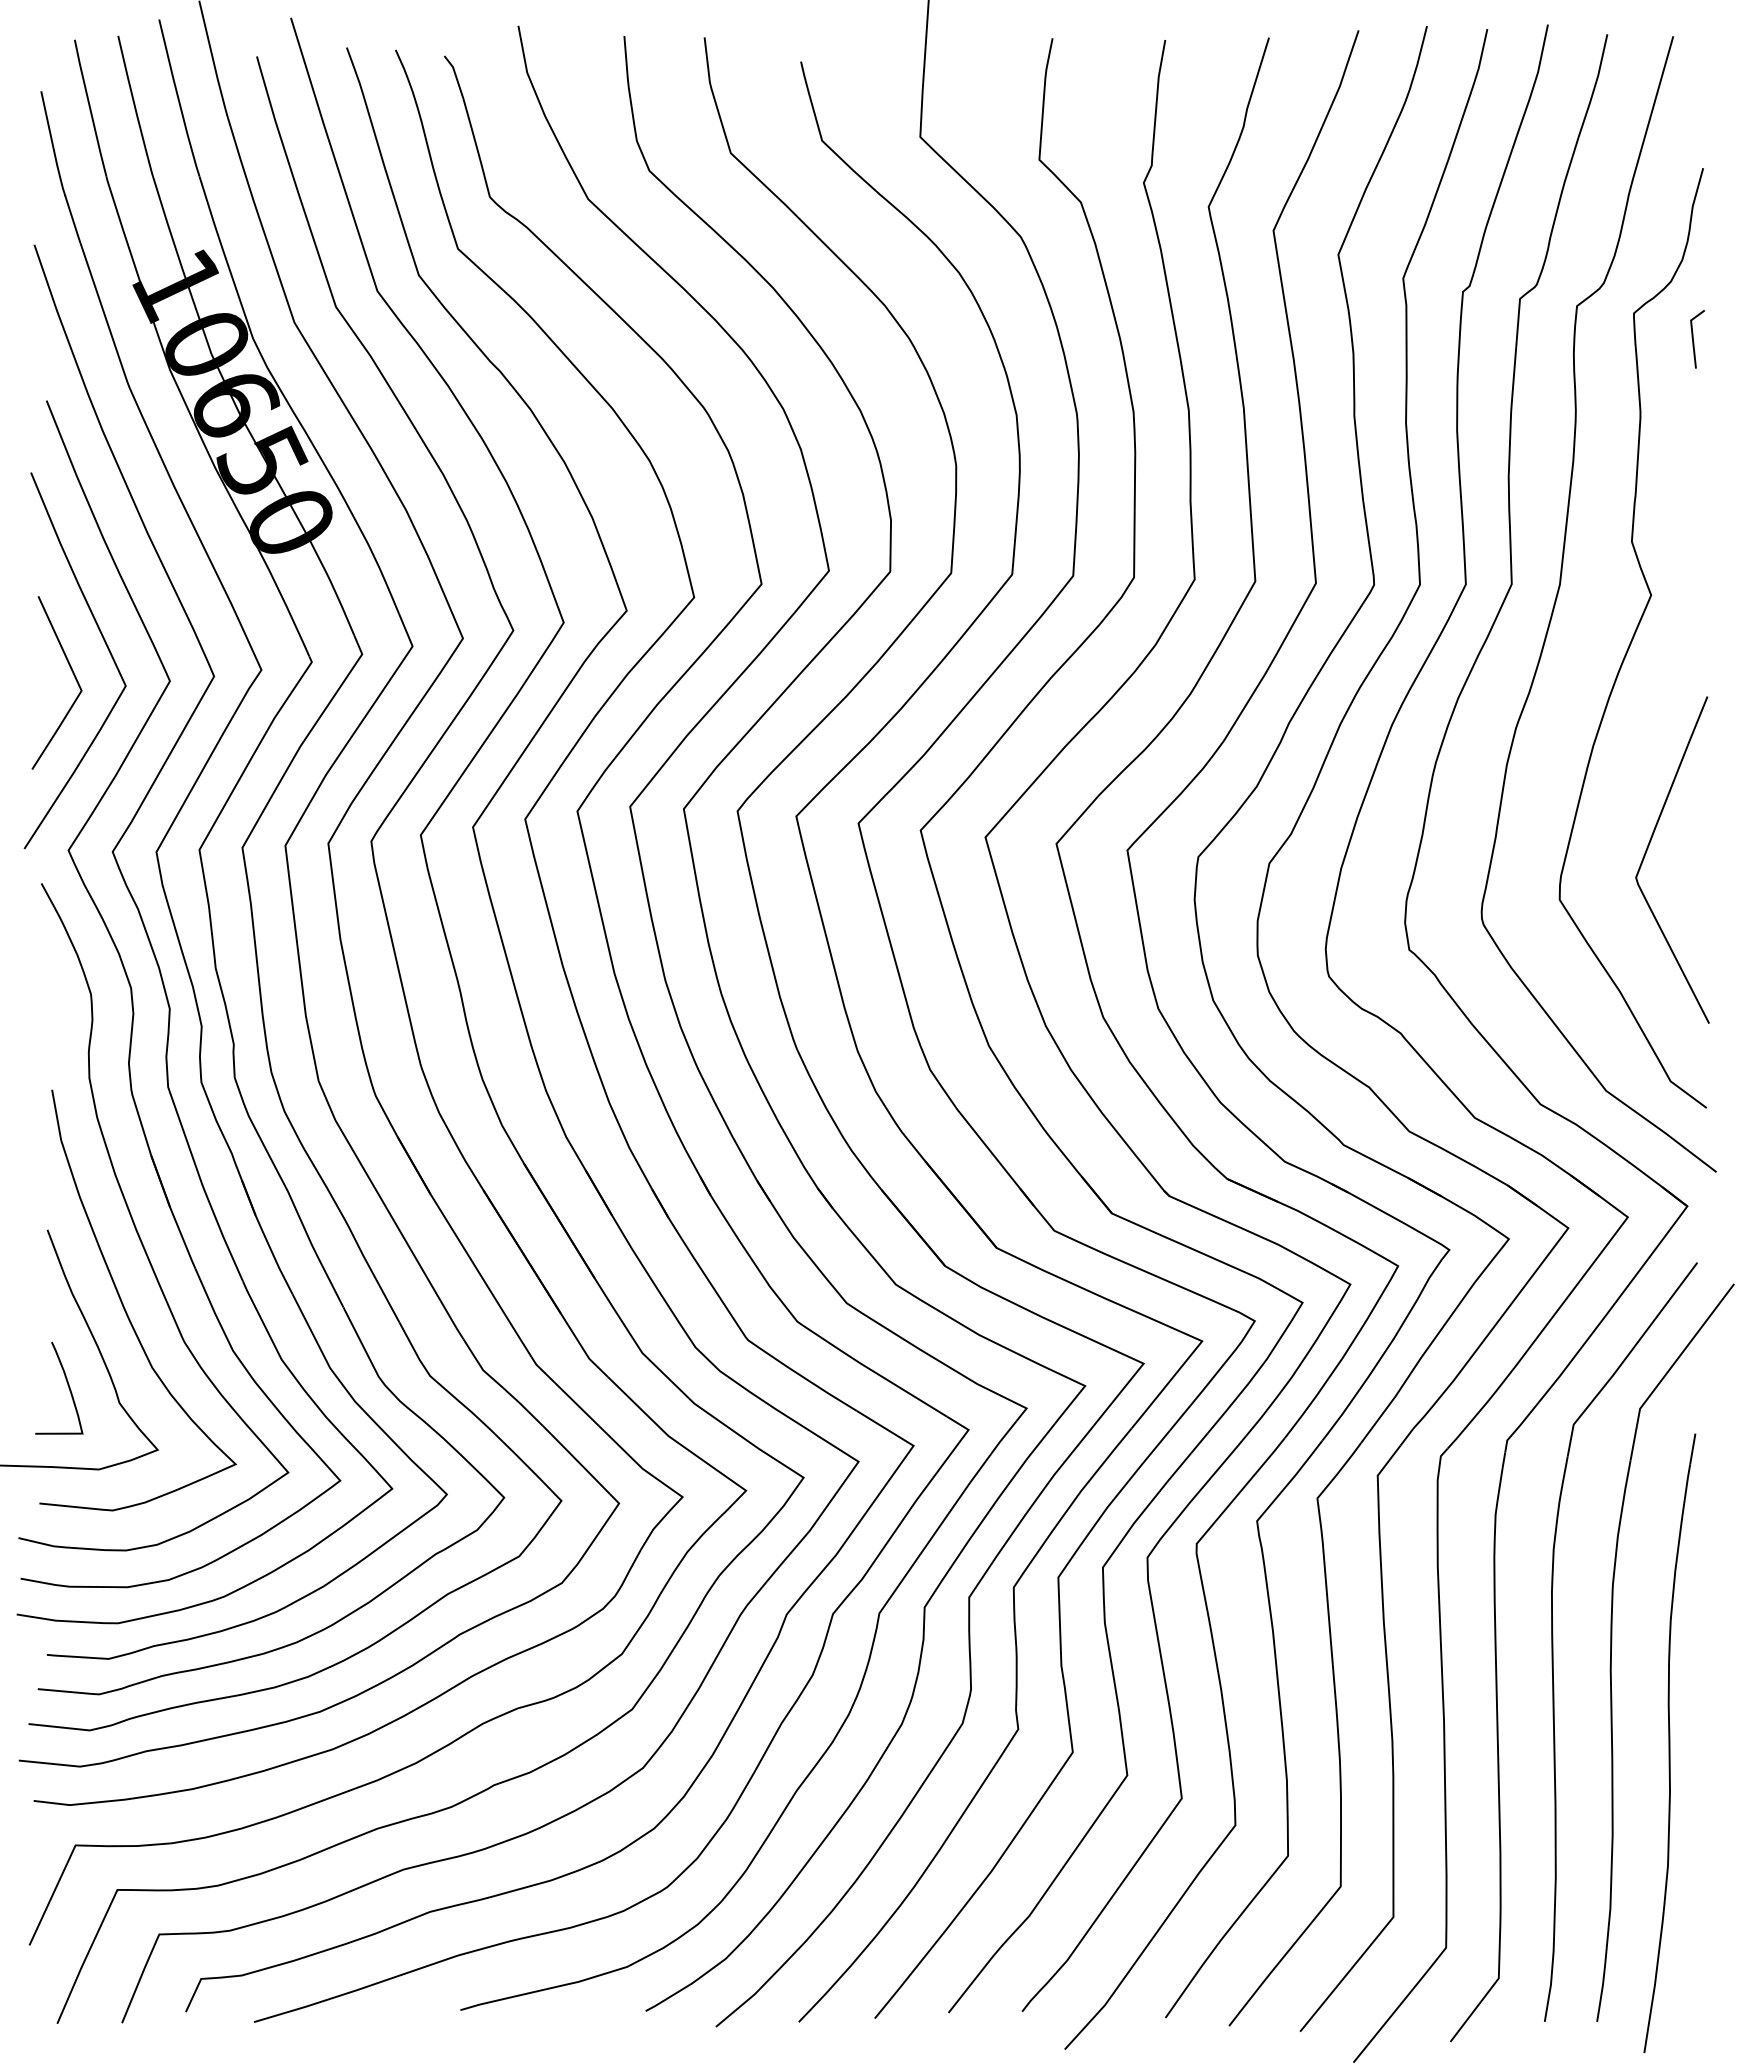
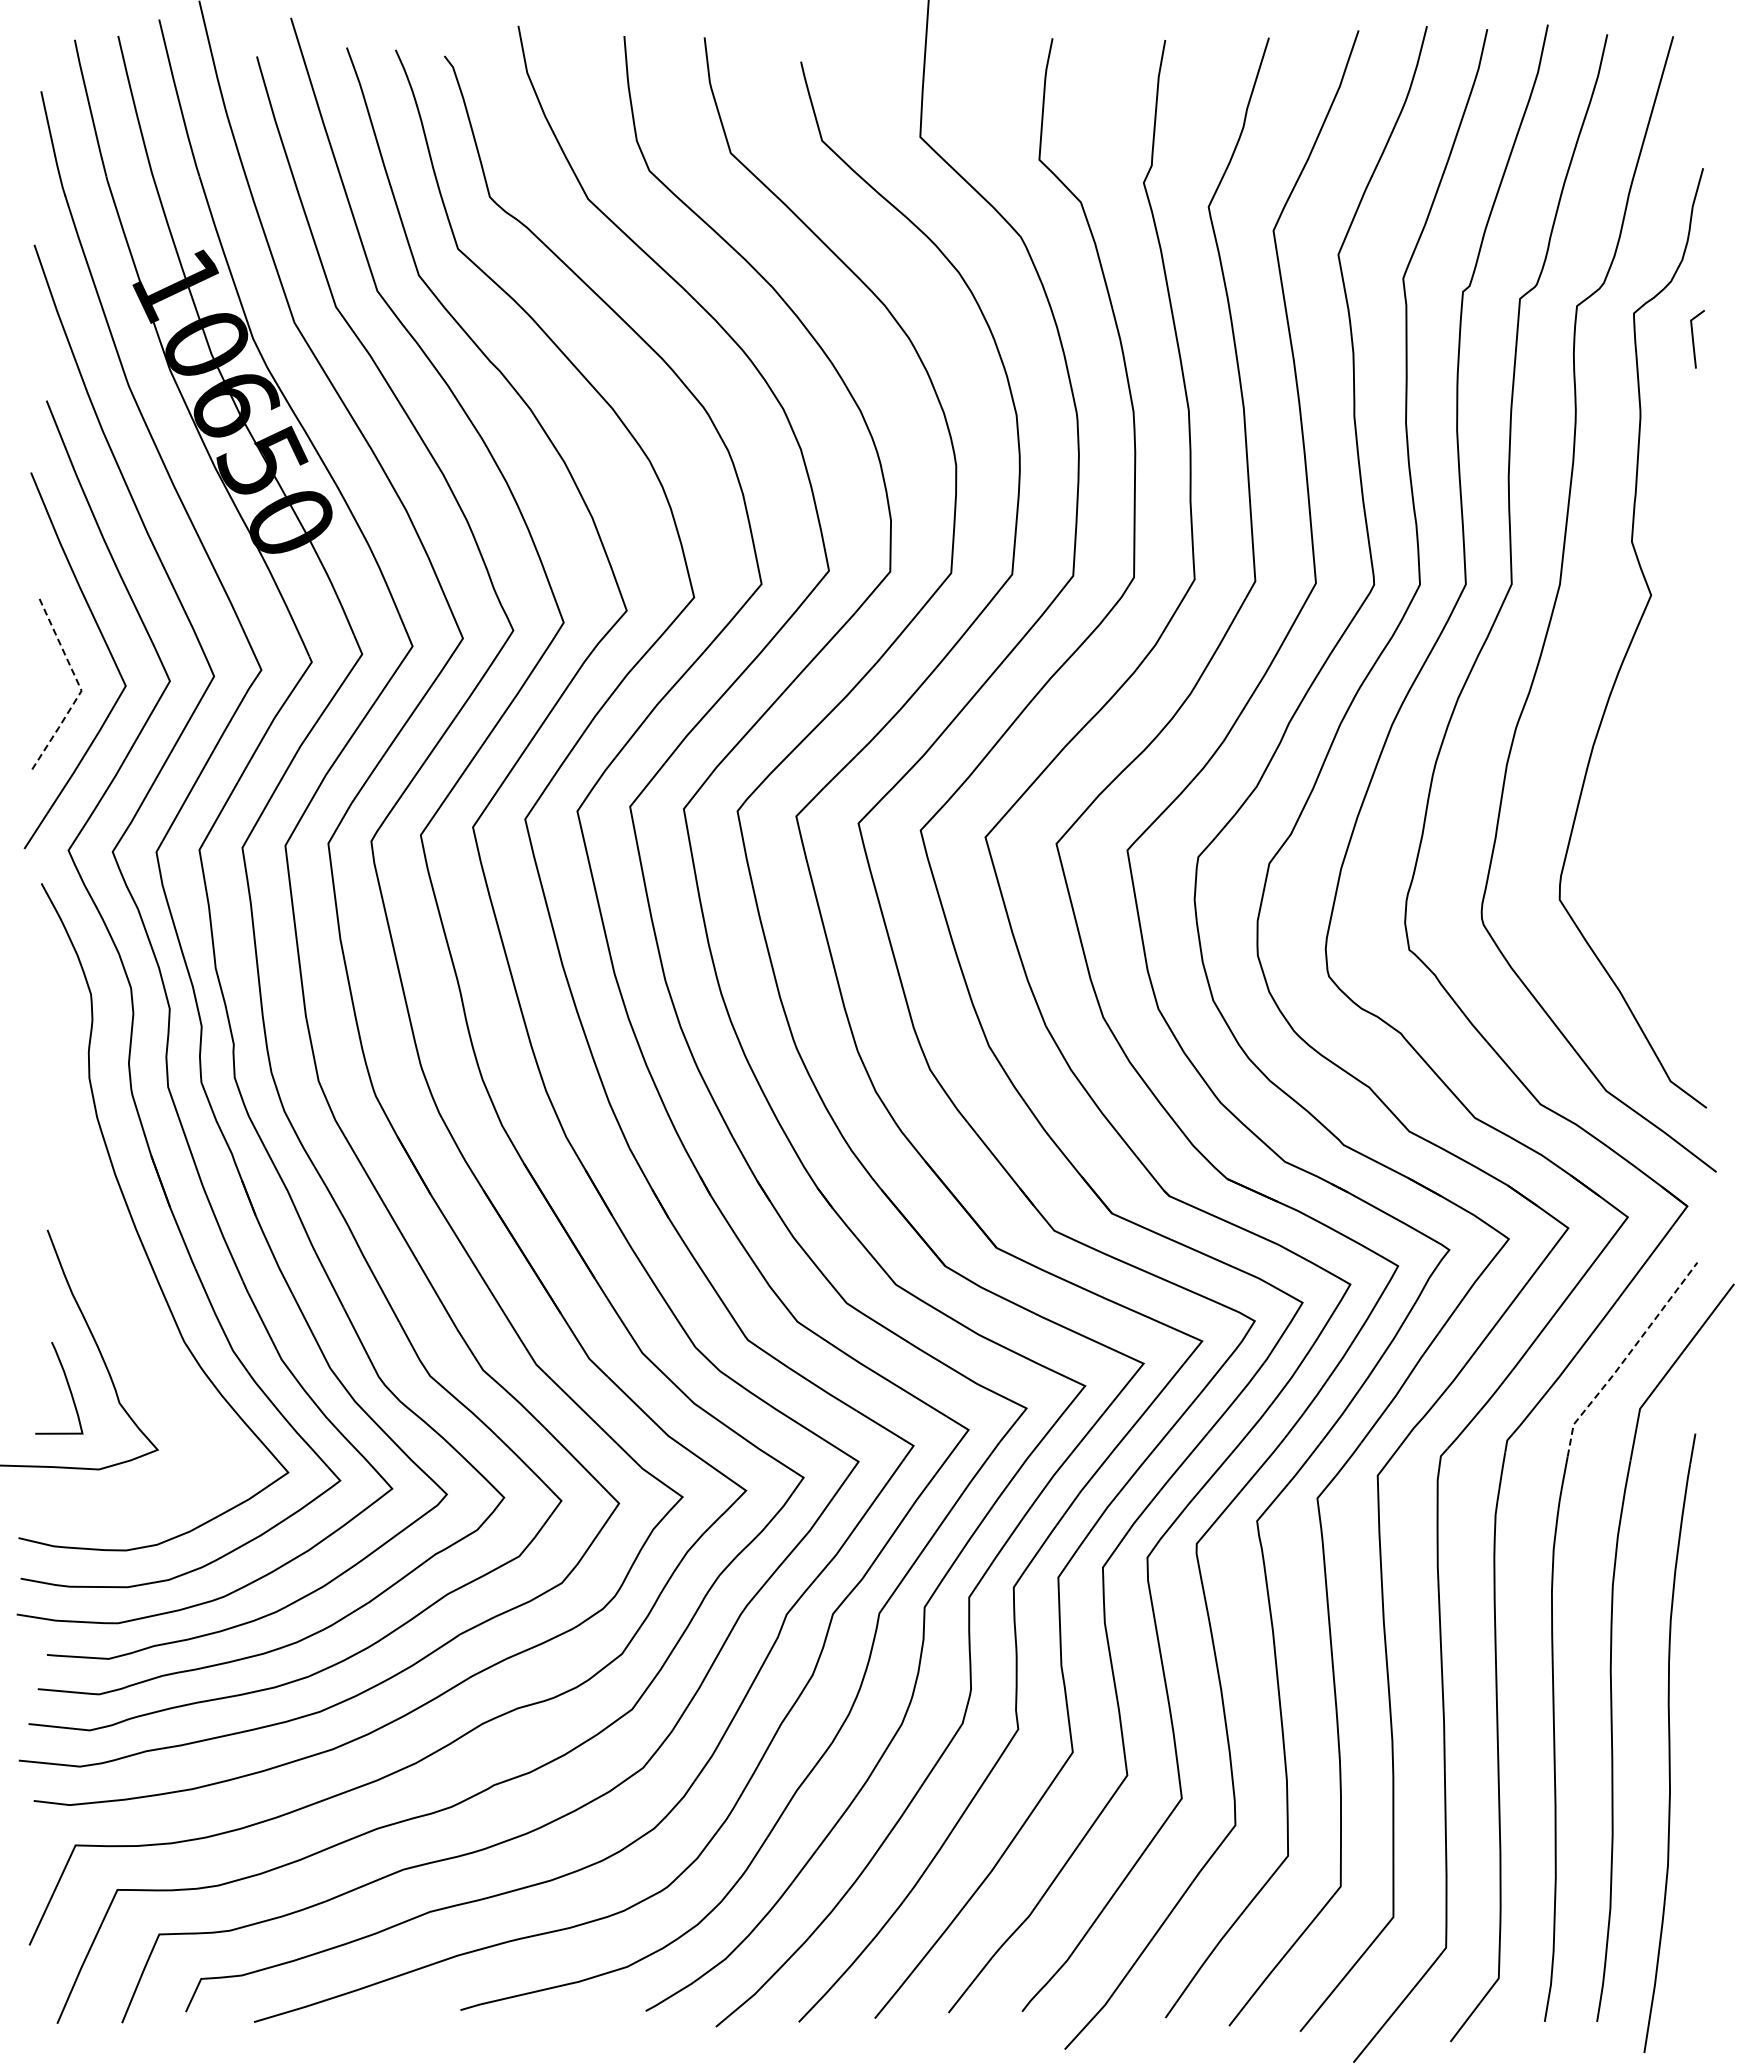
line at (80, 687): solid -> dashed
curve at (1647, 851): present -> none
part at (123, 1303): present -> none
line at (1625, 1358): solid -> dashed
